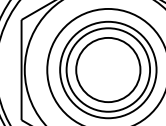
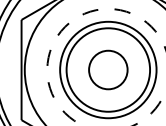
circle at (106, 66): solid -> dashed
circle at (108, 69) diameter: 64 px -> 39 px
